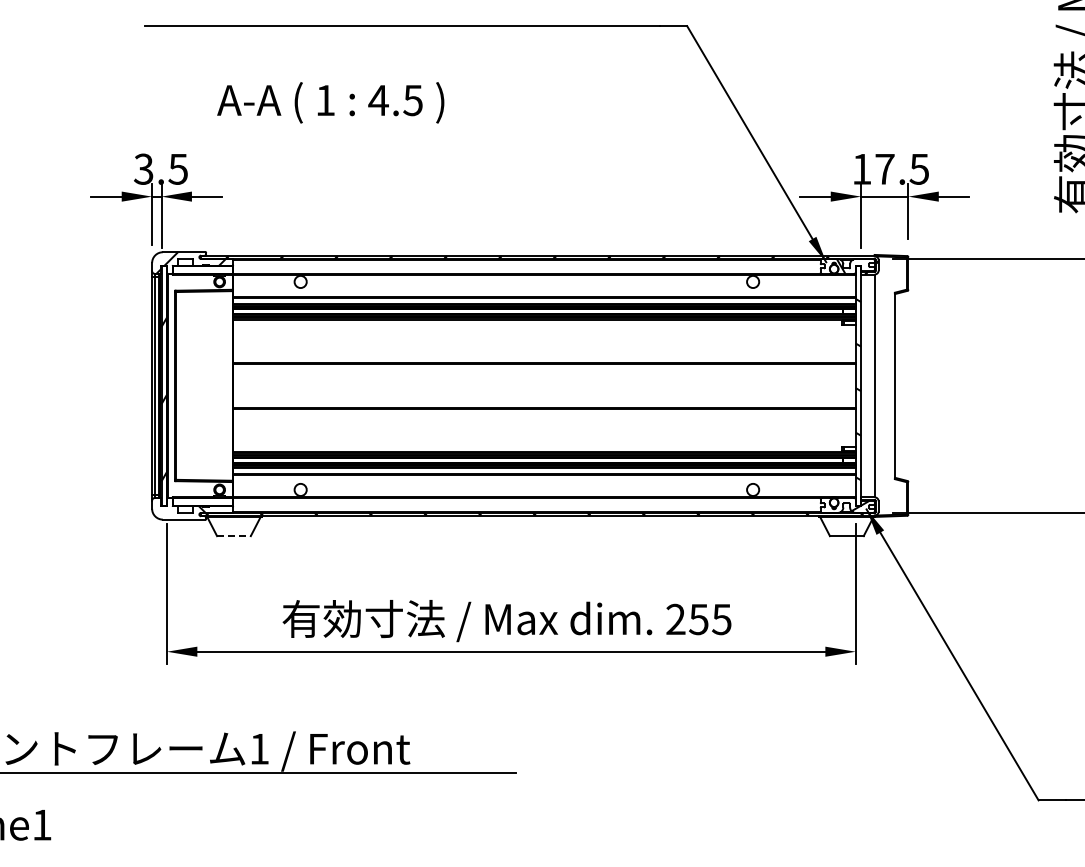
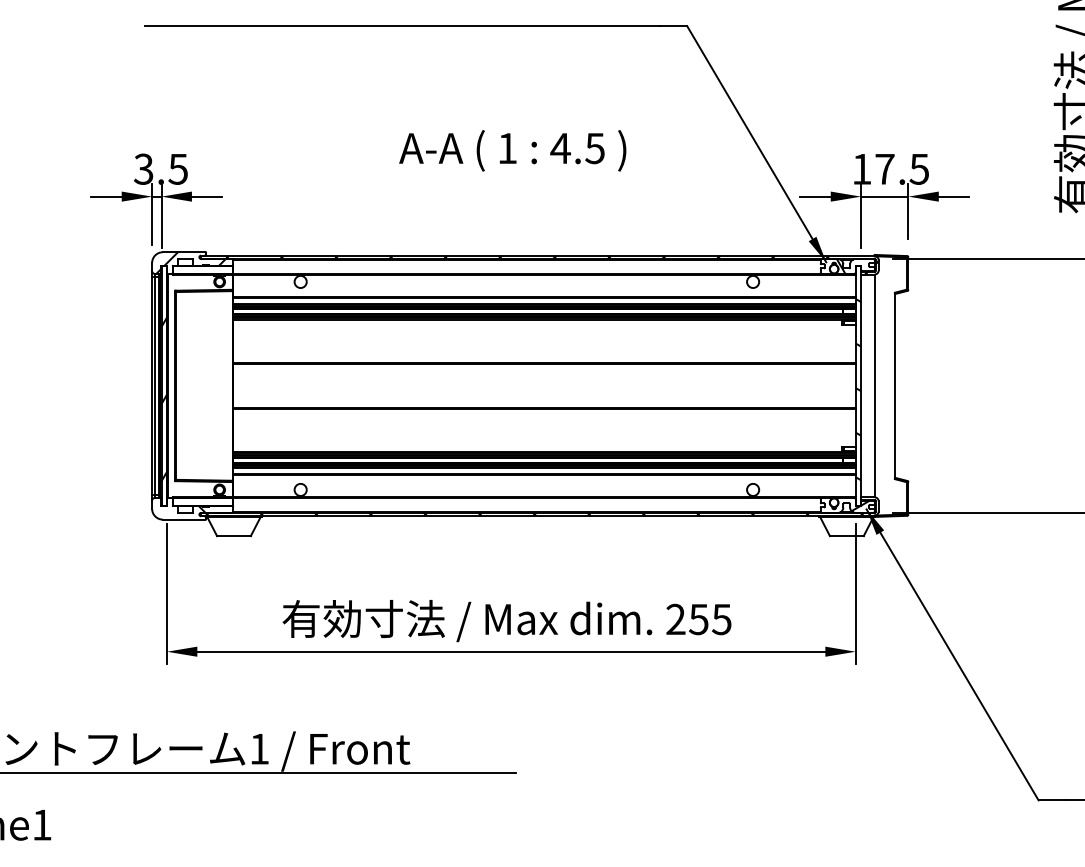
text at (330, 102) position: (330, 102) -> (512, 150)
line at (233, 536): dashed -> solid
